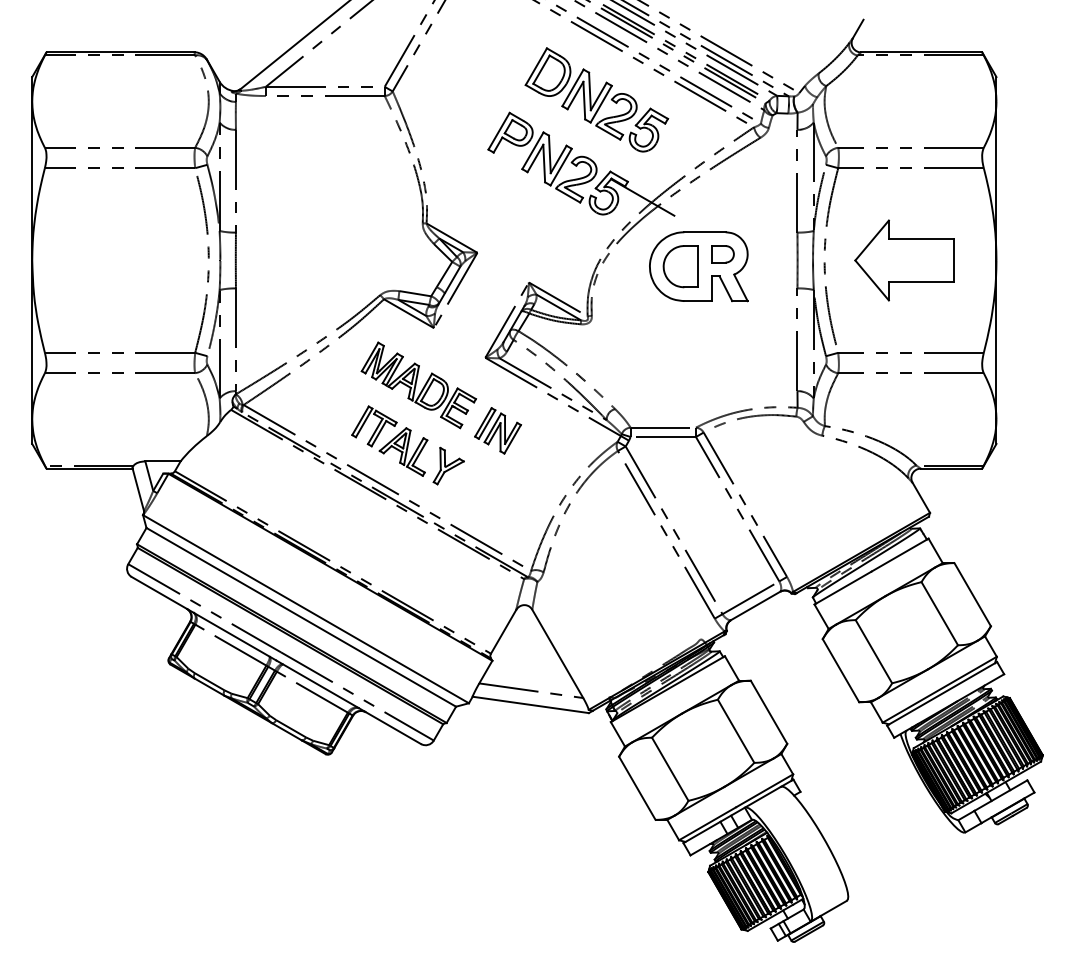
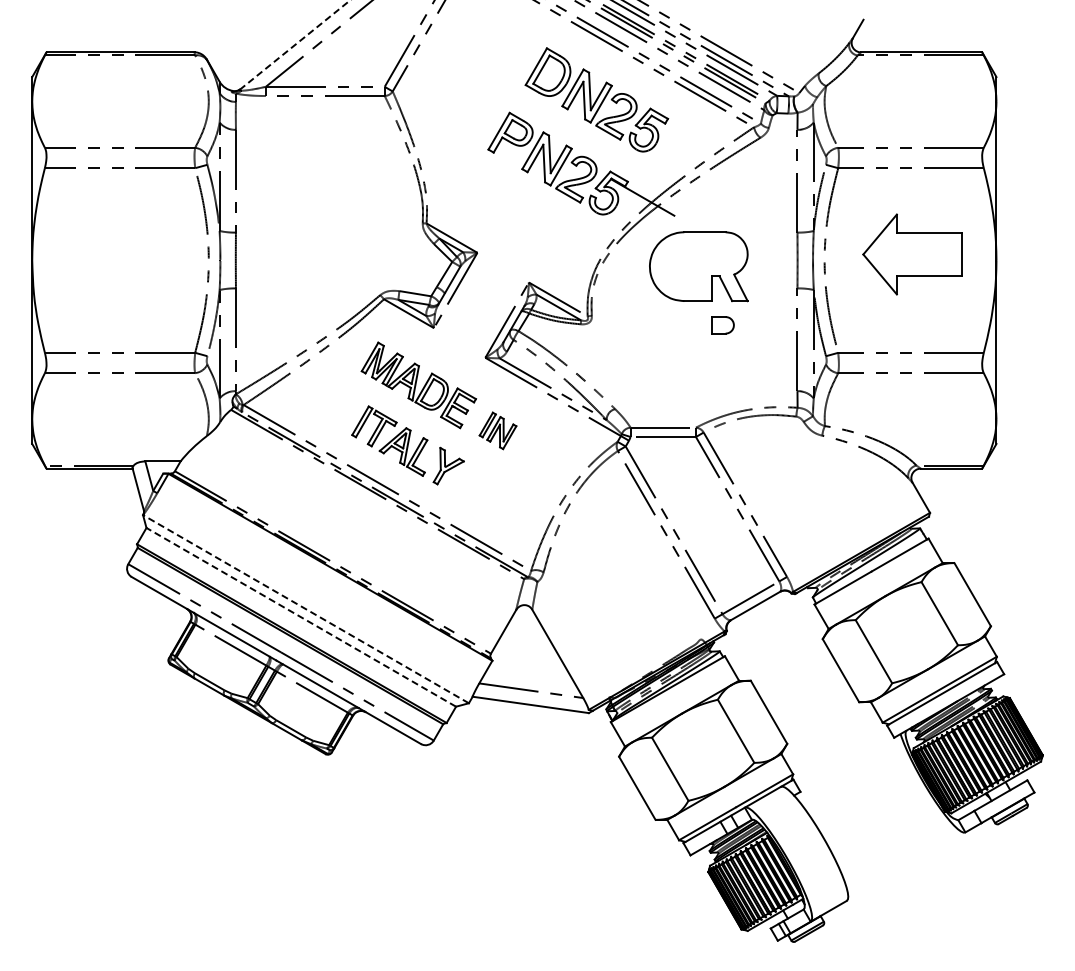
line at (294, 45): solid -> dashed
part at (722, 254) position: (722, 254) -> (722, 325)
part at (904, 260) position: (904, 260) -> (912, 254)
part at (680, 266): present -> none
part at (497, 430) size: 48x48 px -> 40x40 px
line at (305, 608): solid -> dashed
line at (301, 617): solid -> dashed
